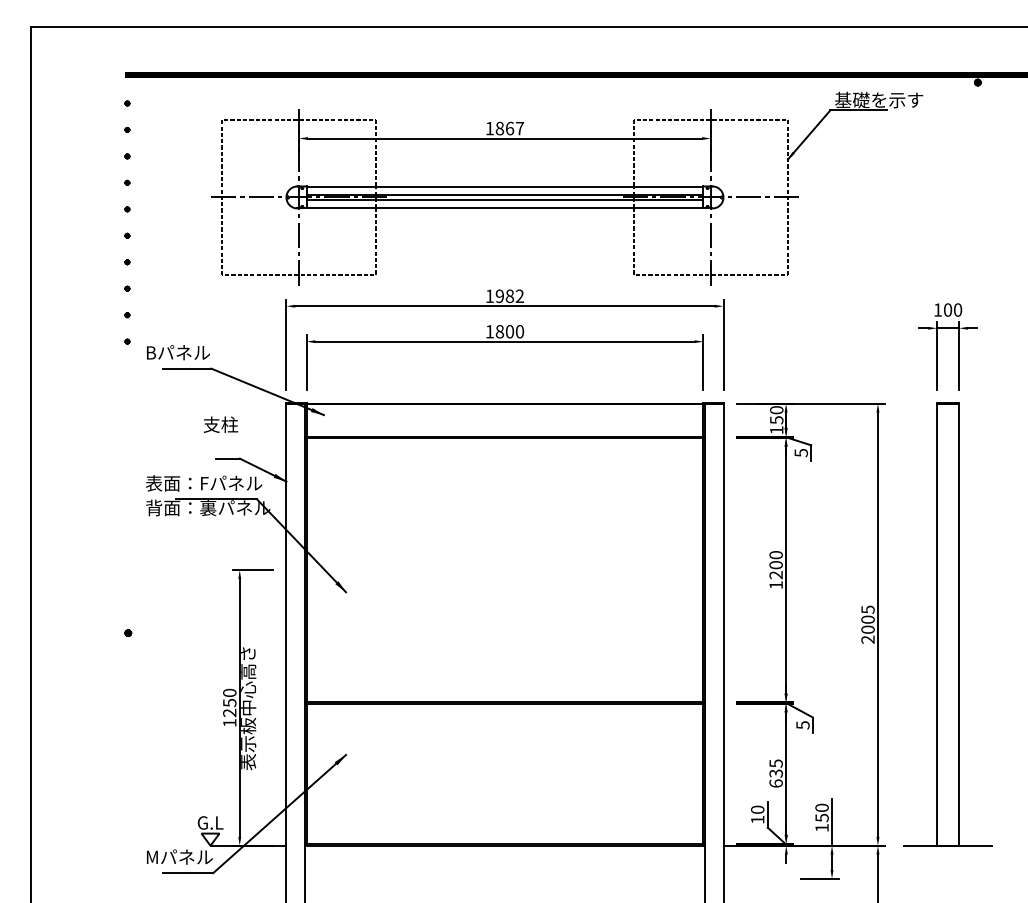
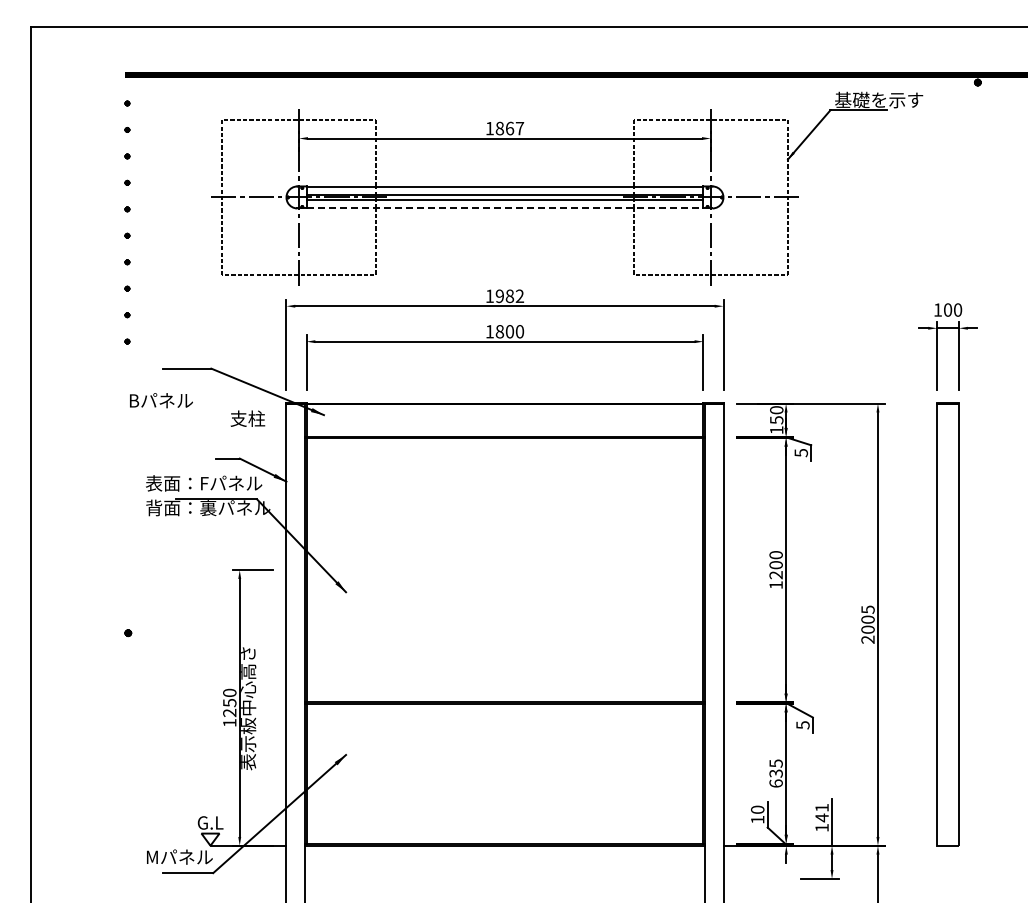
line at (505, 208): solid -> dashed
text at (178, 352) position: (178, 352) -> (161, 400)
text at (220, 424) position: (220, 424) -> (247, 418)
text at (821, 812): 150 -> 141
line at (948, 845): present -> none
